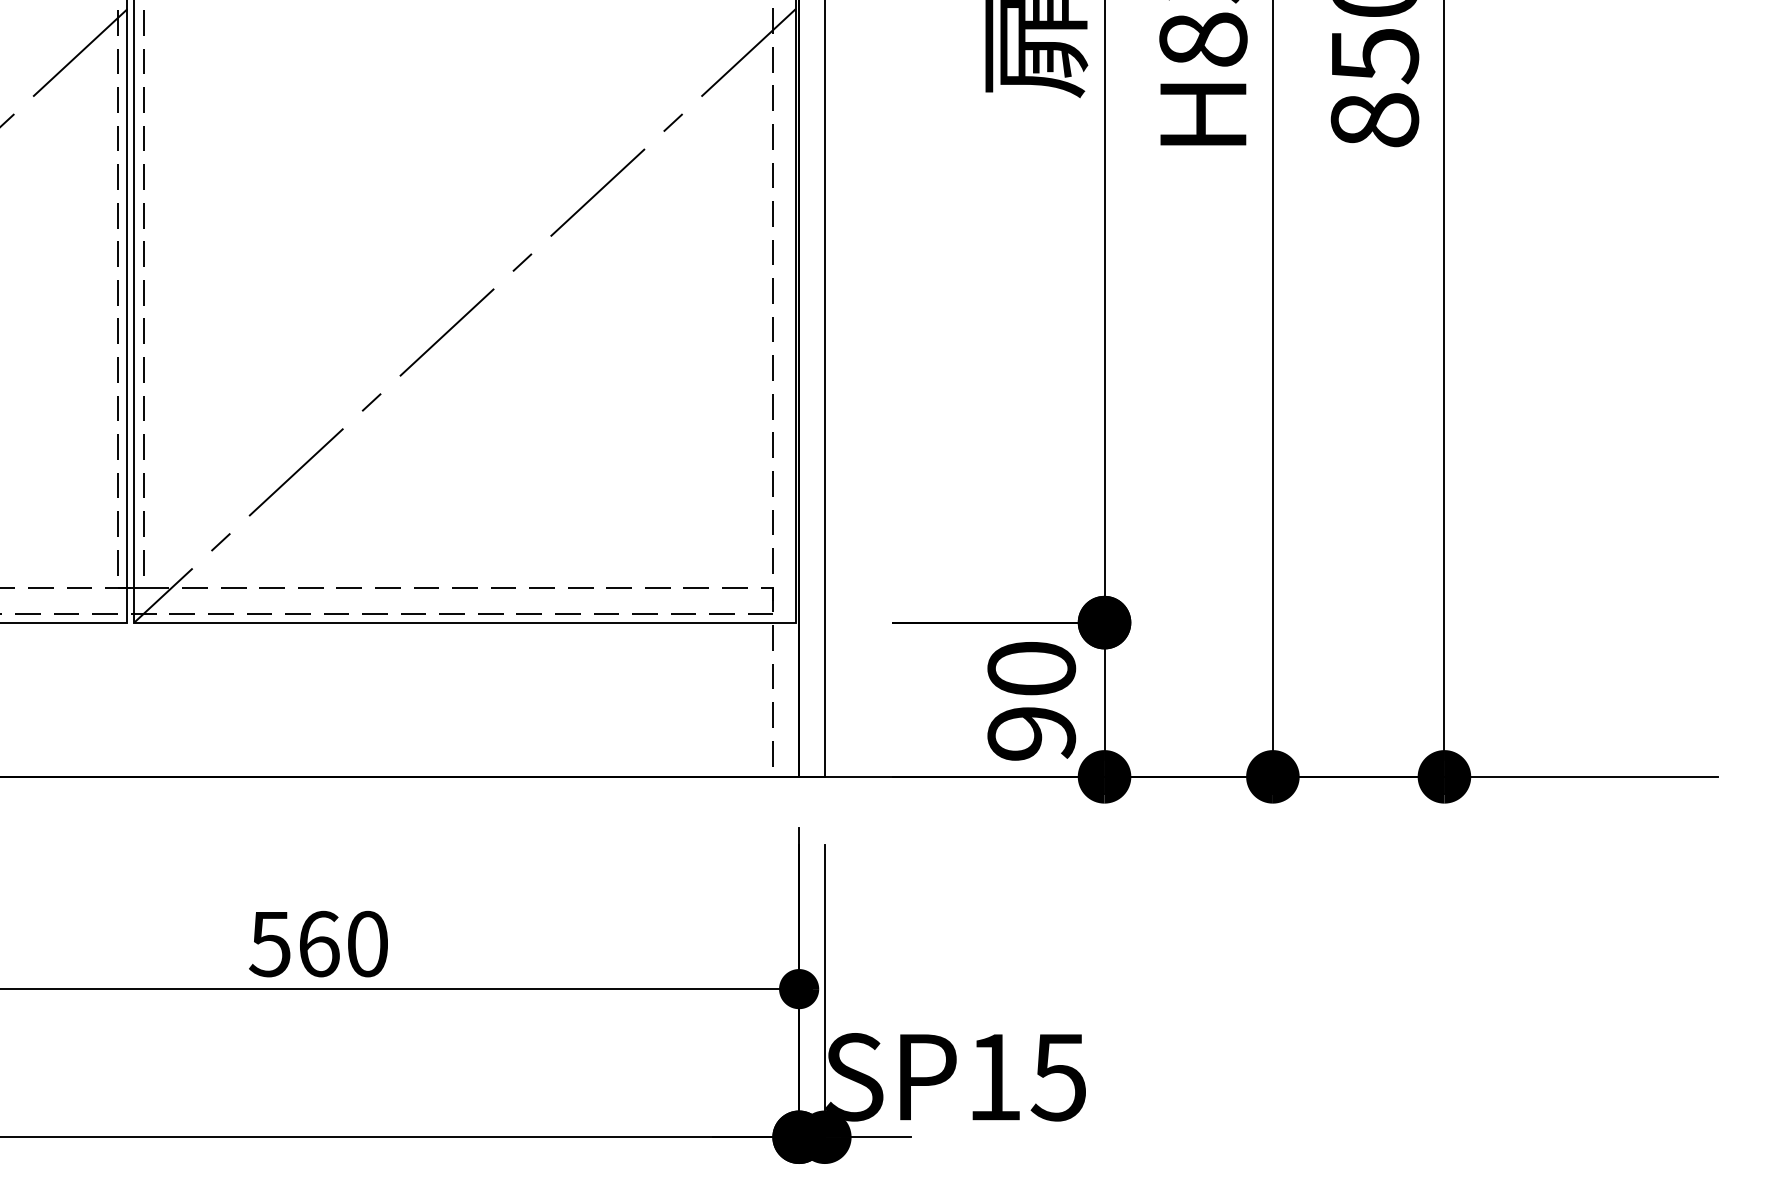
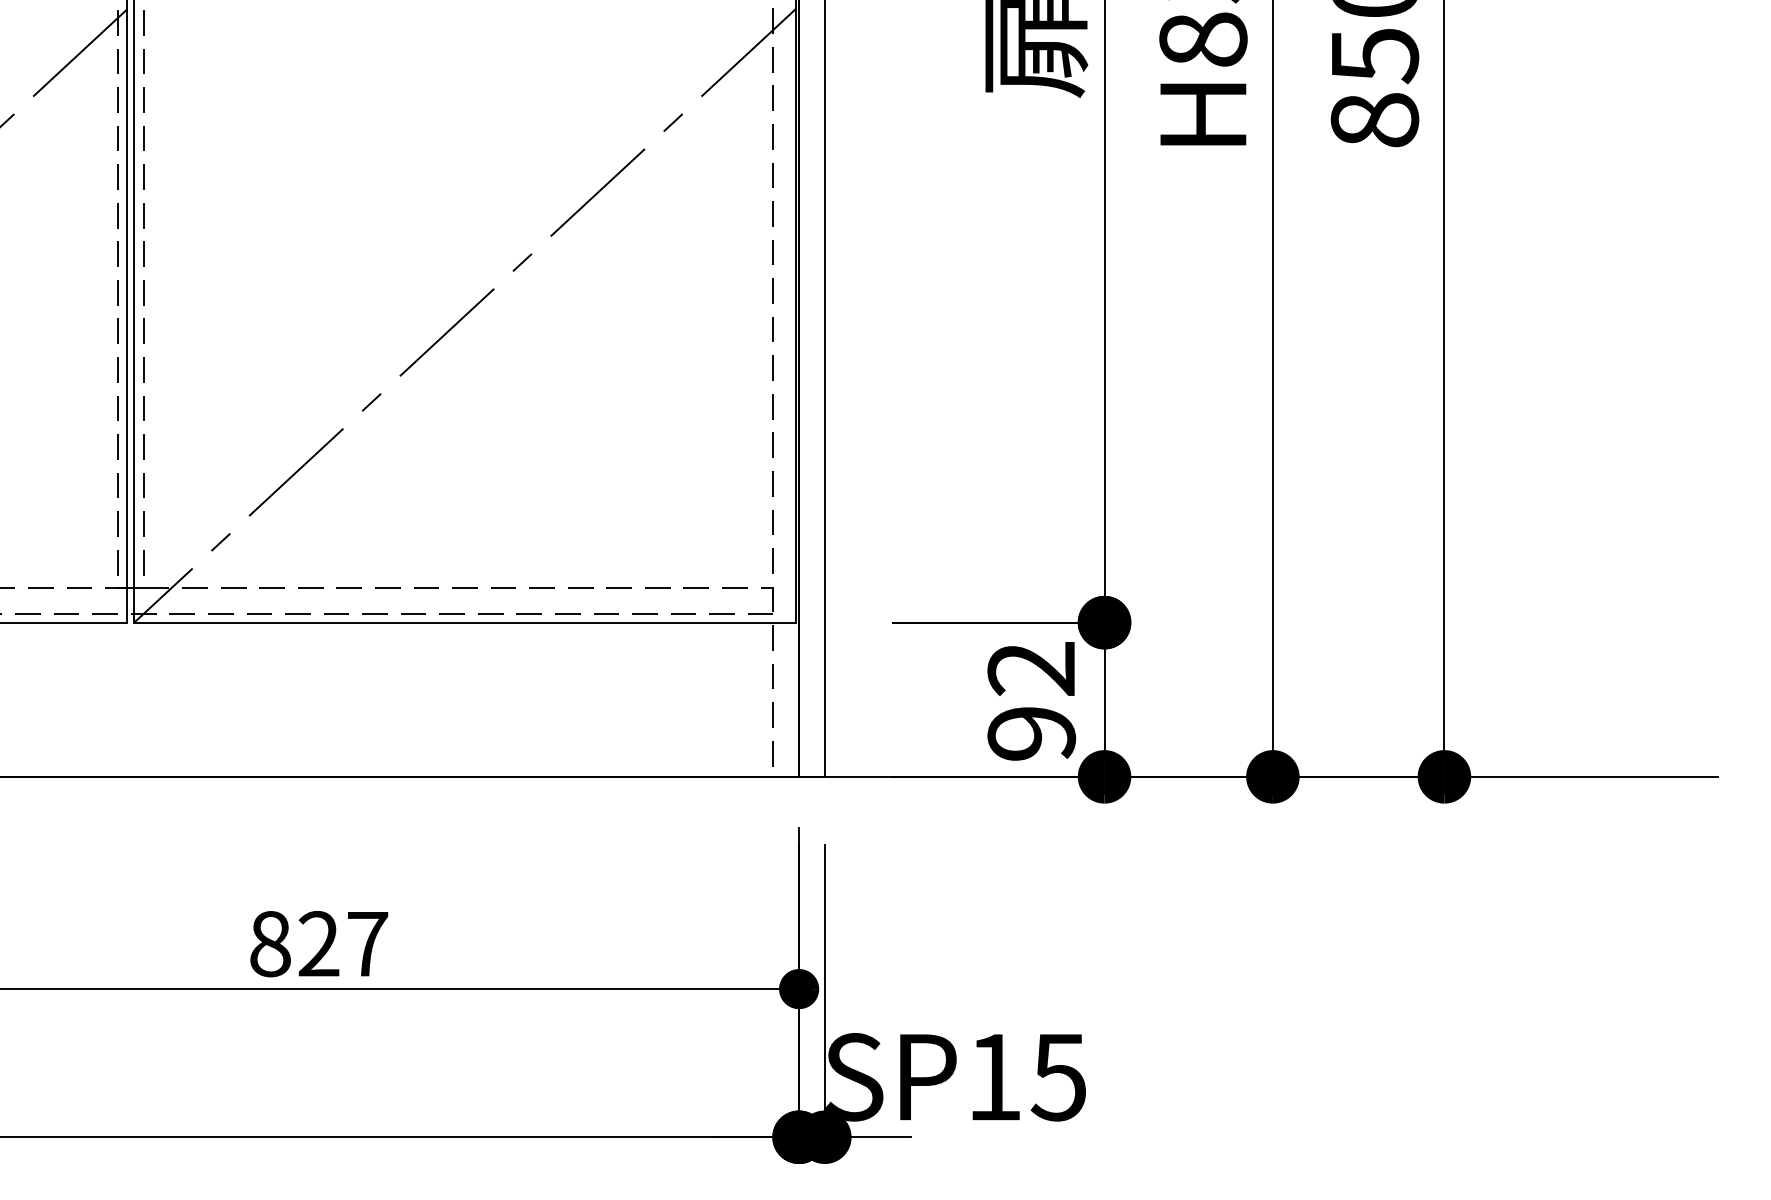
text at (1031, 669): 90 -> 92
text at (318, 943): 560 -> 827
